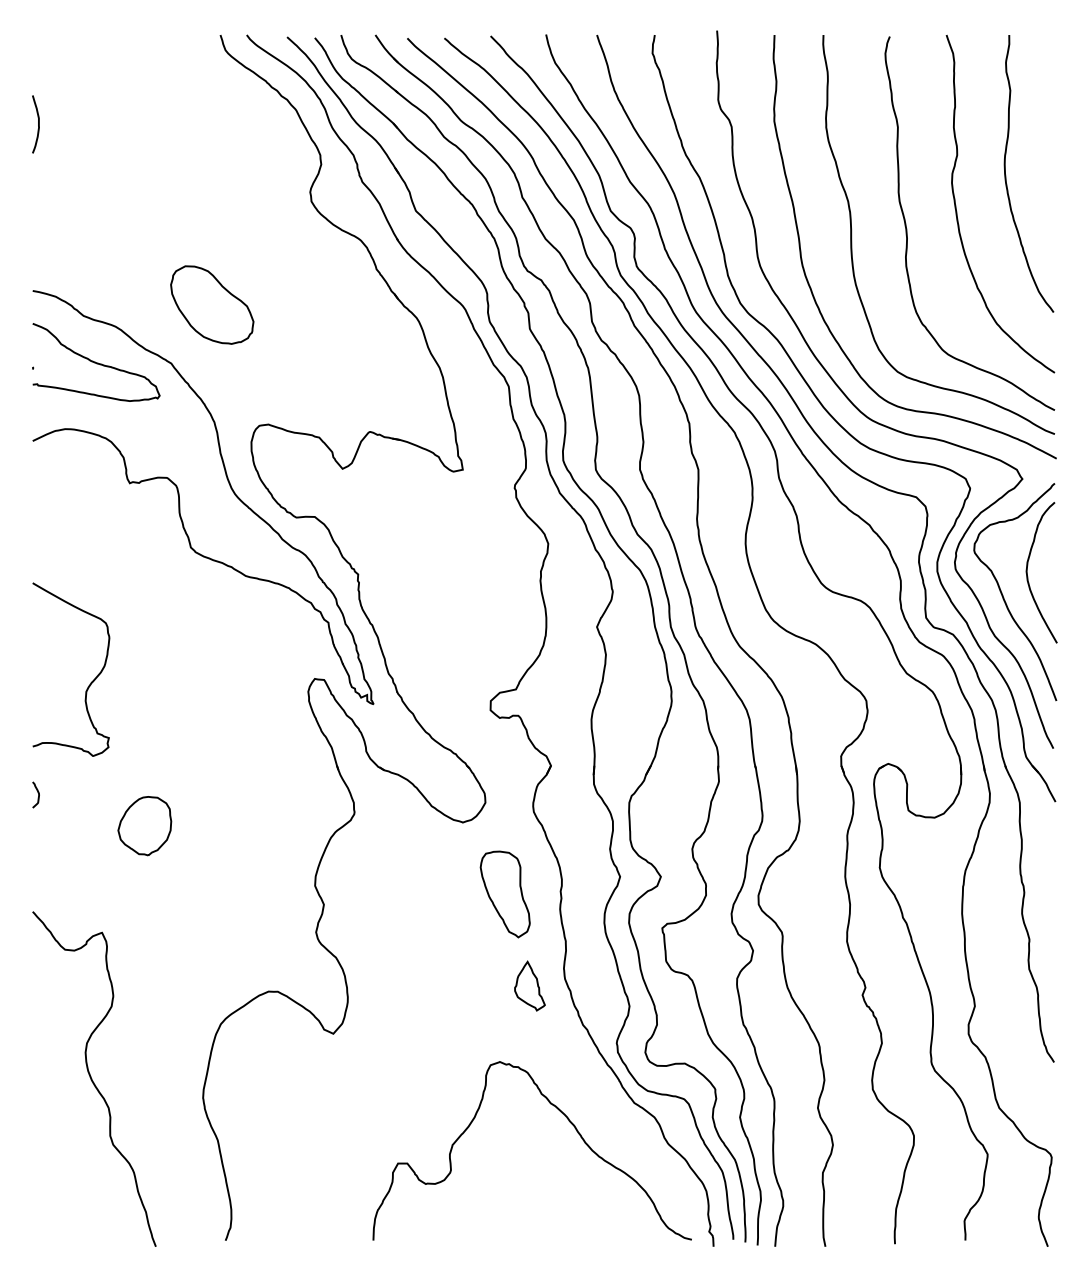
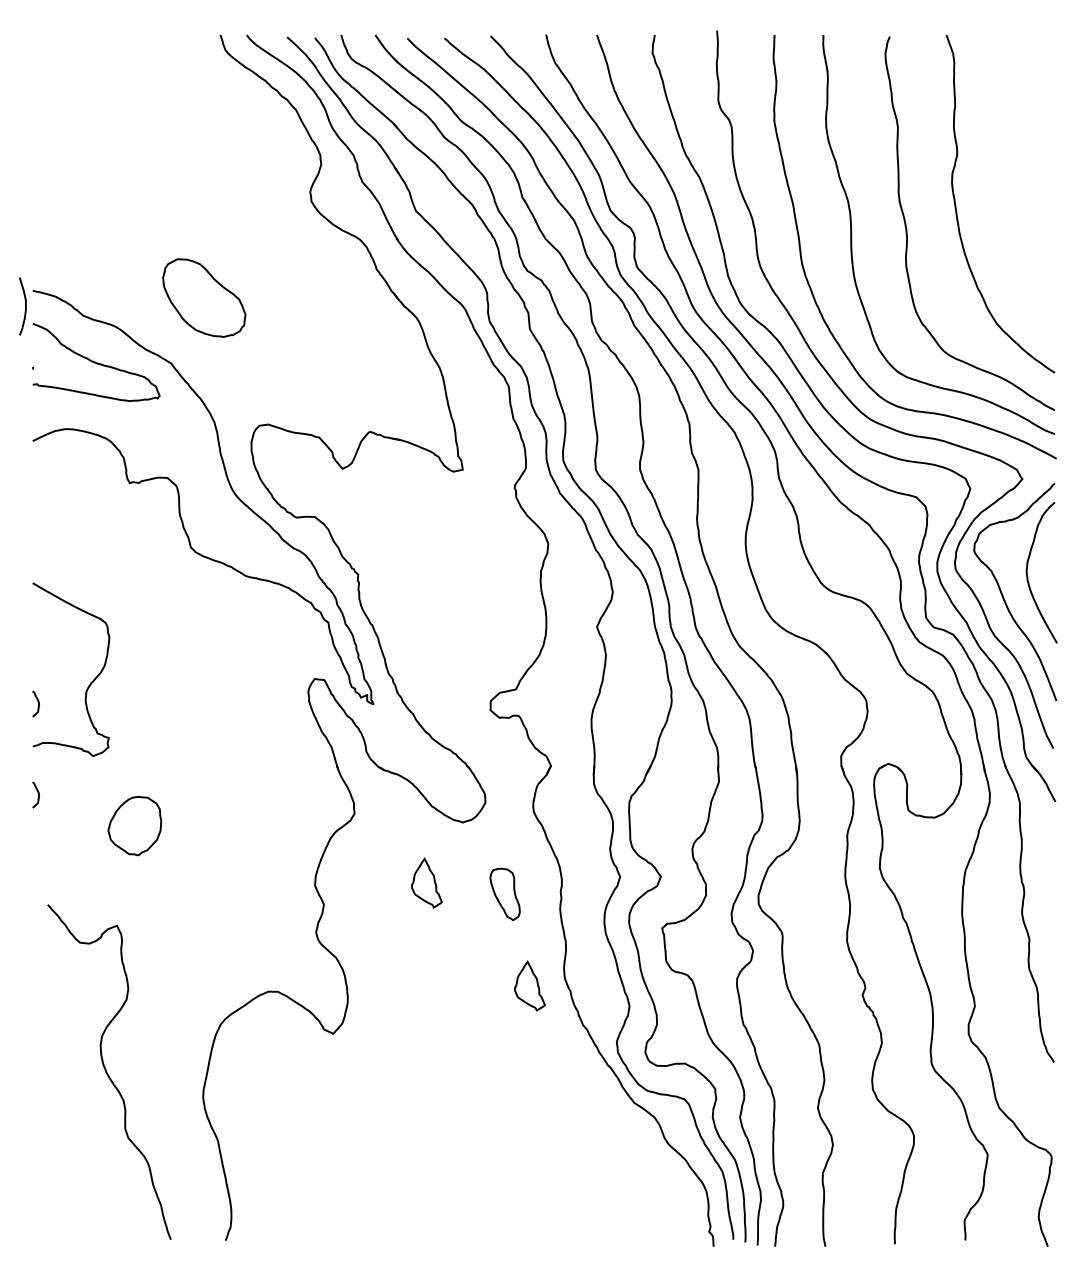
curve at (38, 124) position: (38, 124) -> (25, 306)
curve at (1006, 175): present -> none
part at (212, 304) position: (212, 304) -> (204, 297)
curve at (37, 701): none -> present
part at (144, 826) position: (144, 826) -> (134, 826)
part at (426, 882): none -> present
part at (504, 894) size: 52x89 px -> 32x55 px
curve at (92, 1078) position: (92, 1078) -> (107, 1071)
curve at (568, 1121): present -> none
